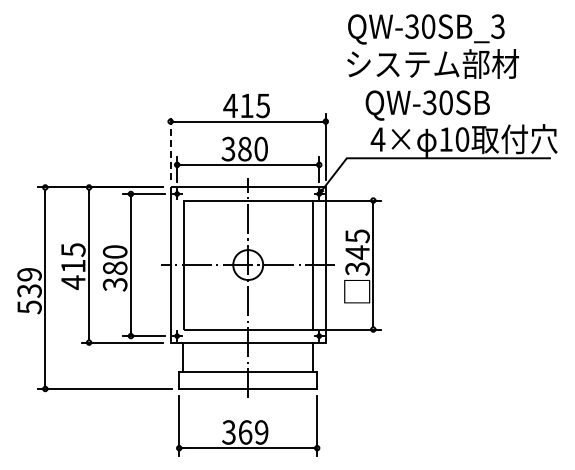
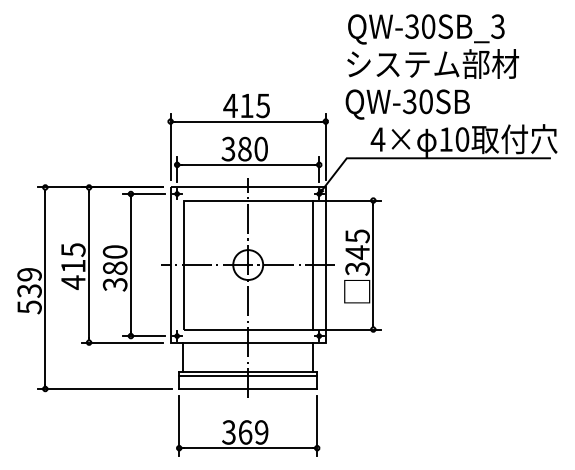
text at (427, 105) position: (427, 105) -> (407, 104)
line at (170, 147): dashed -> solid
line at (248, 375): none -> present
